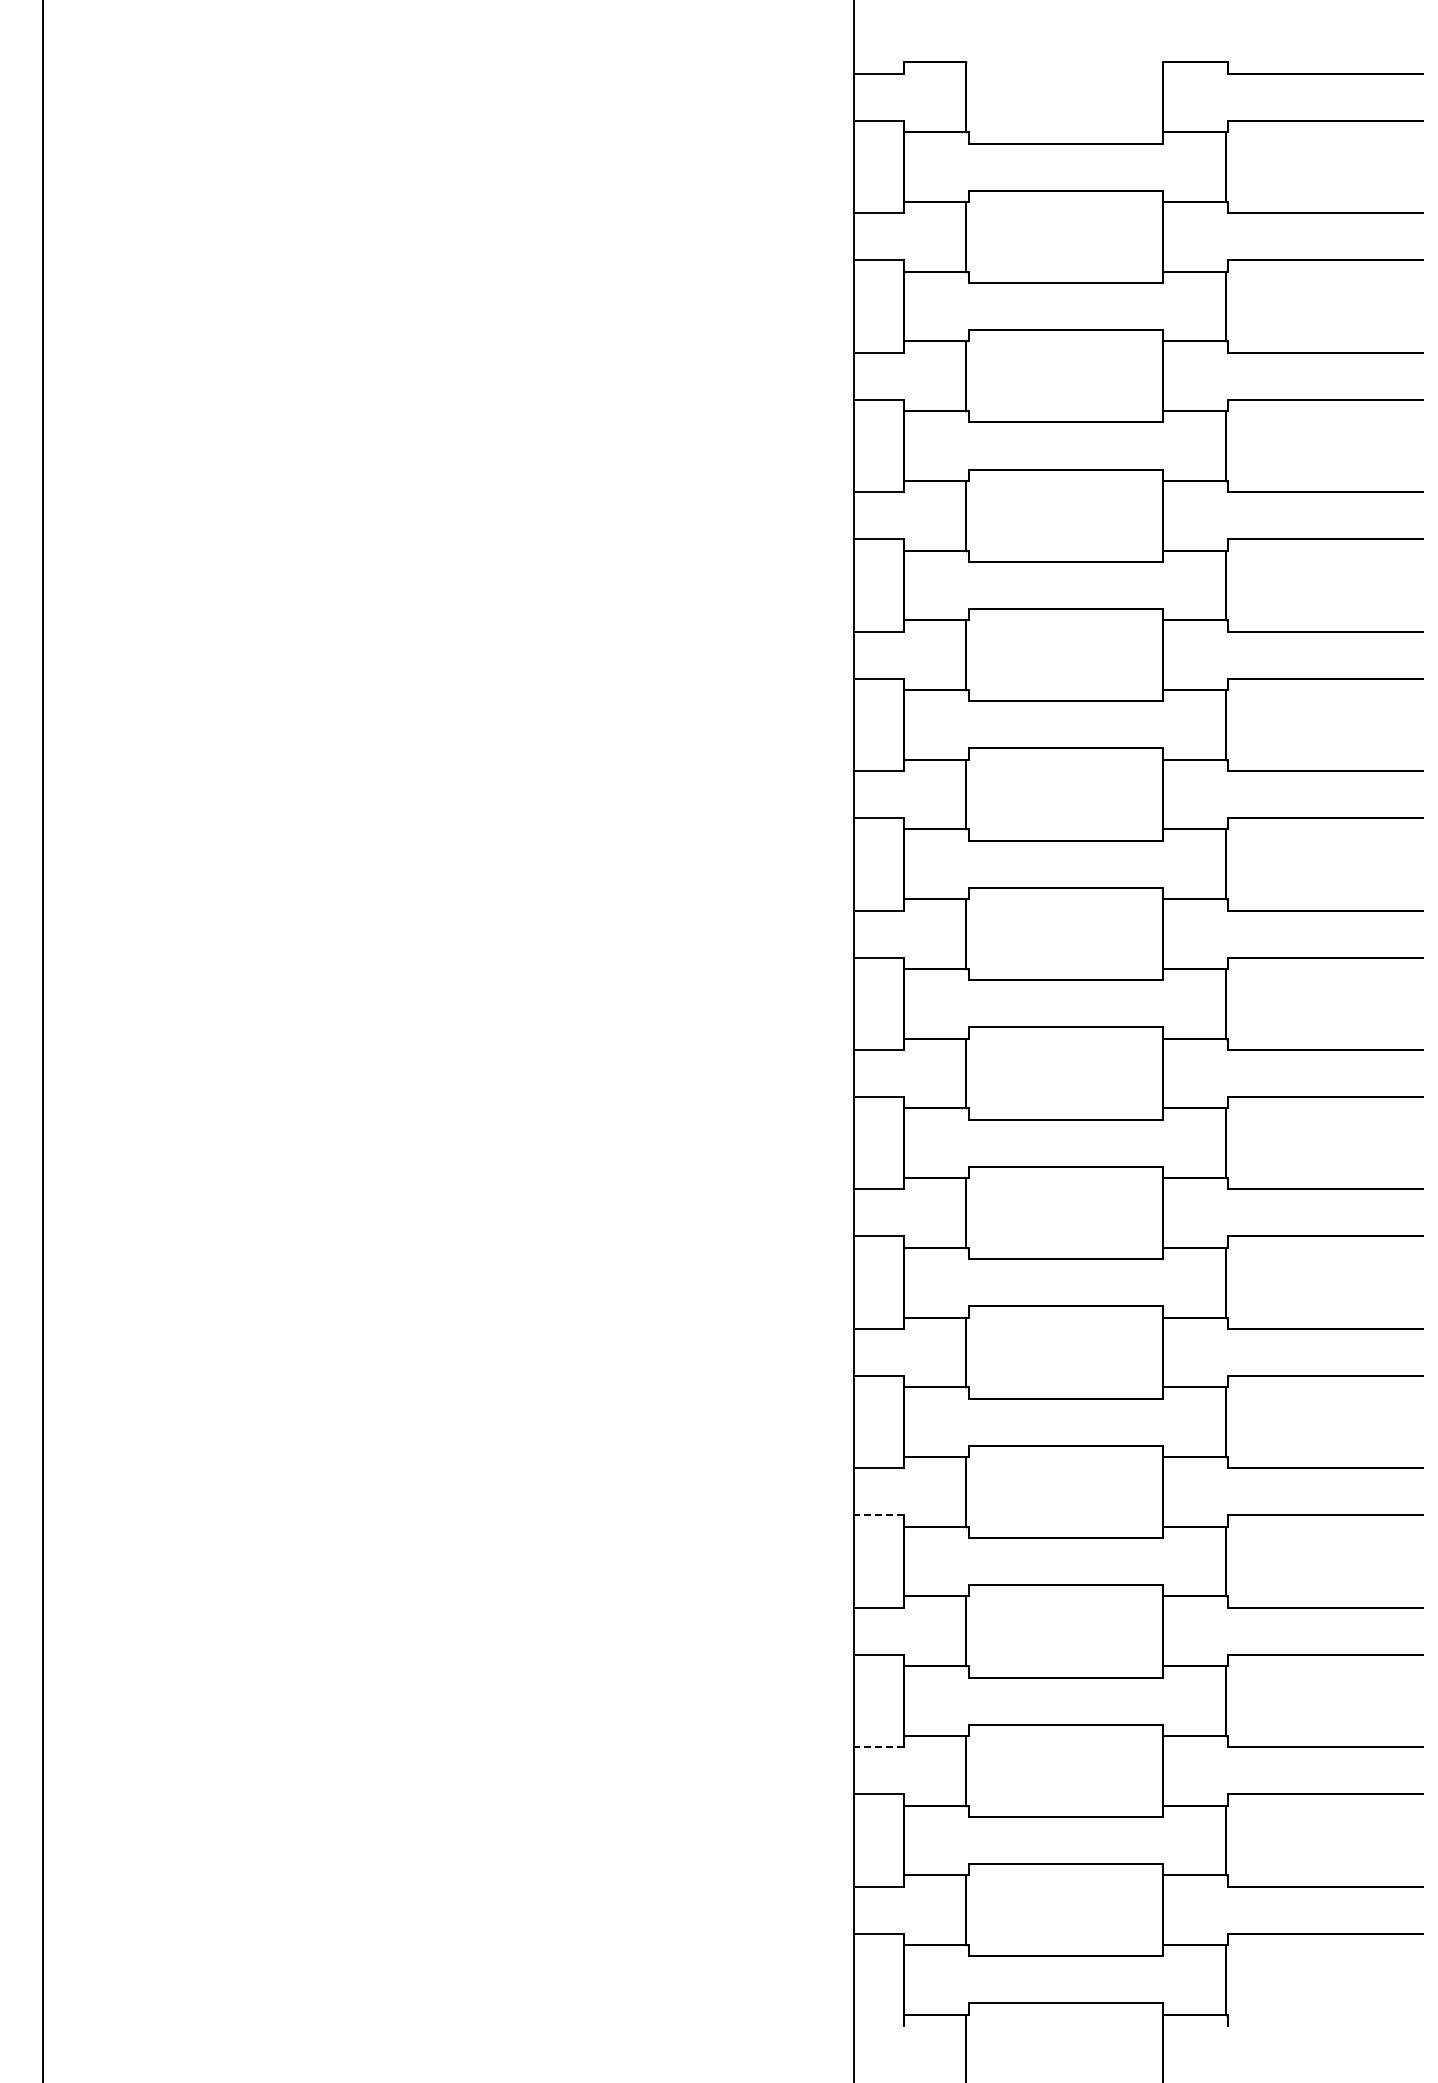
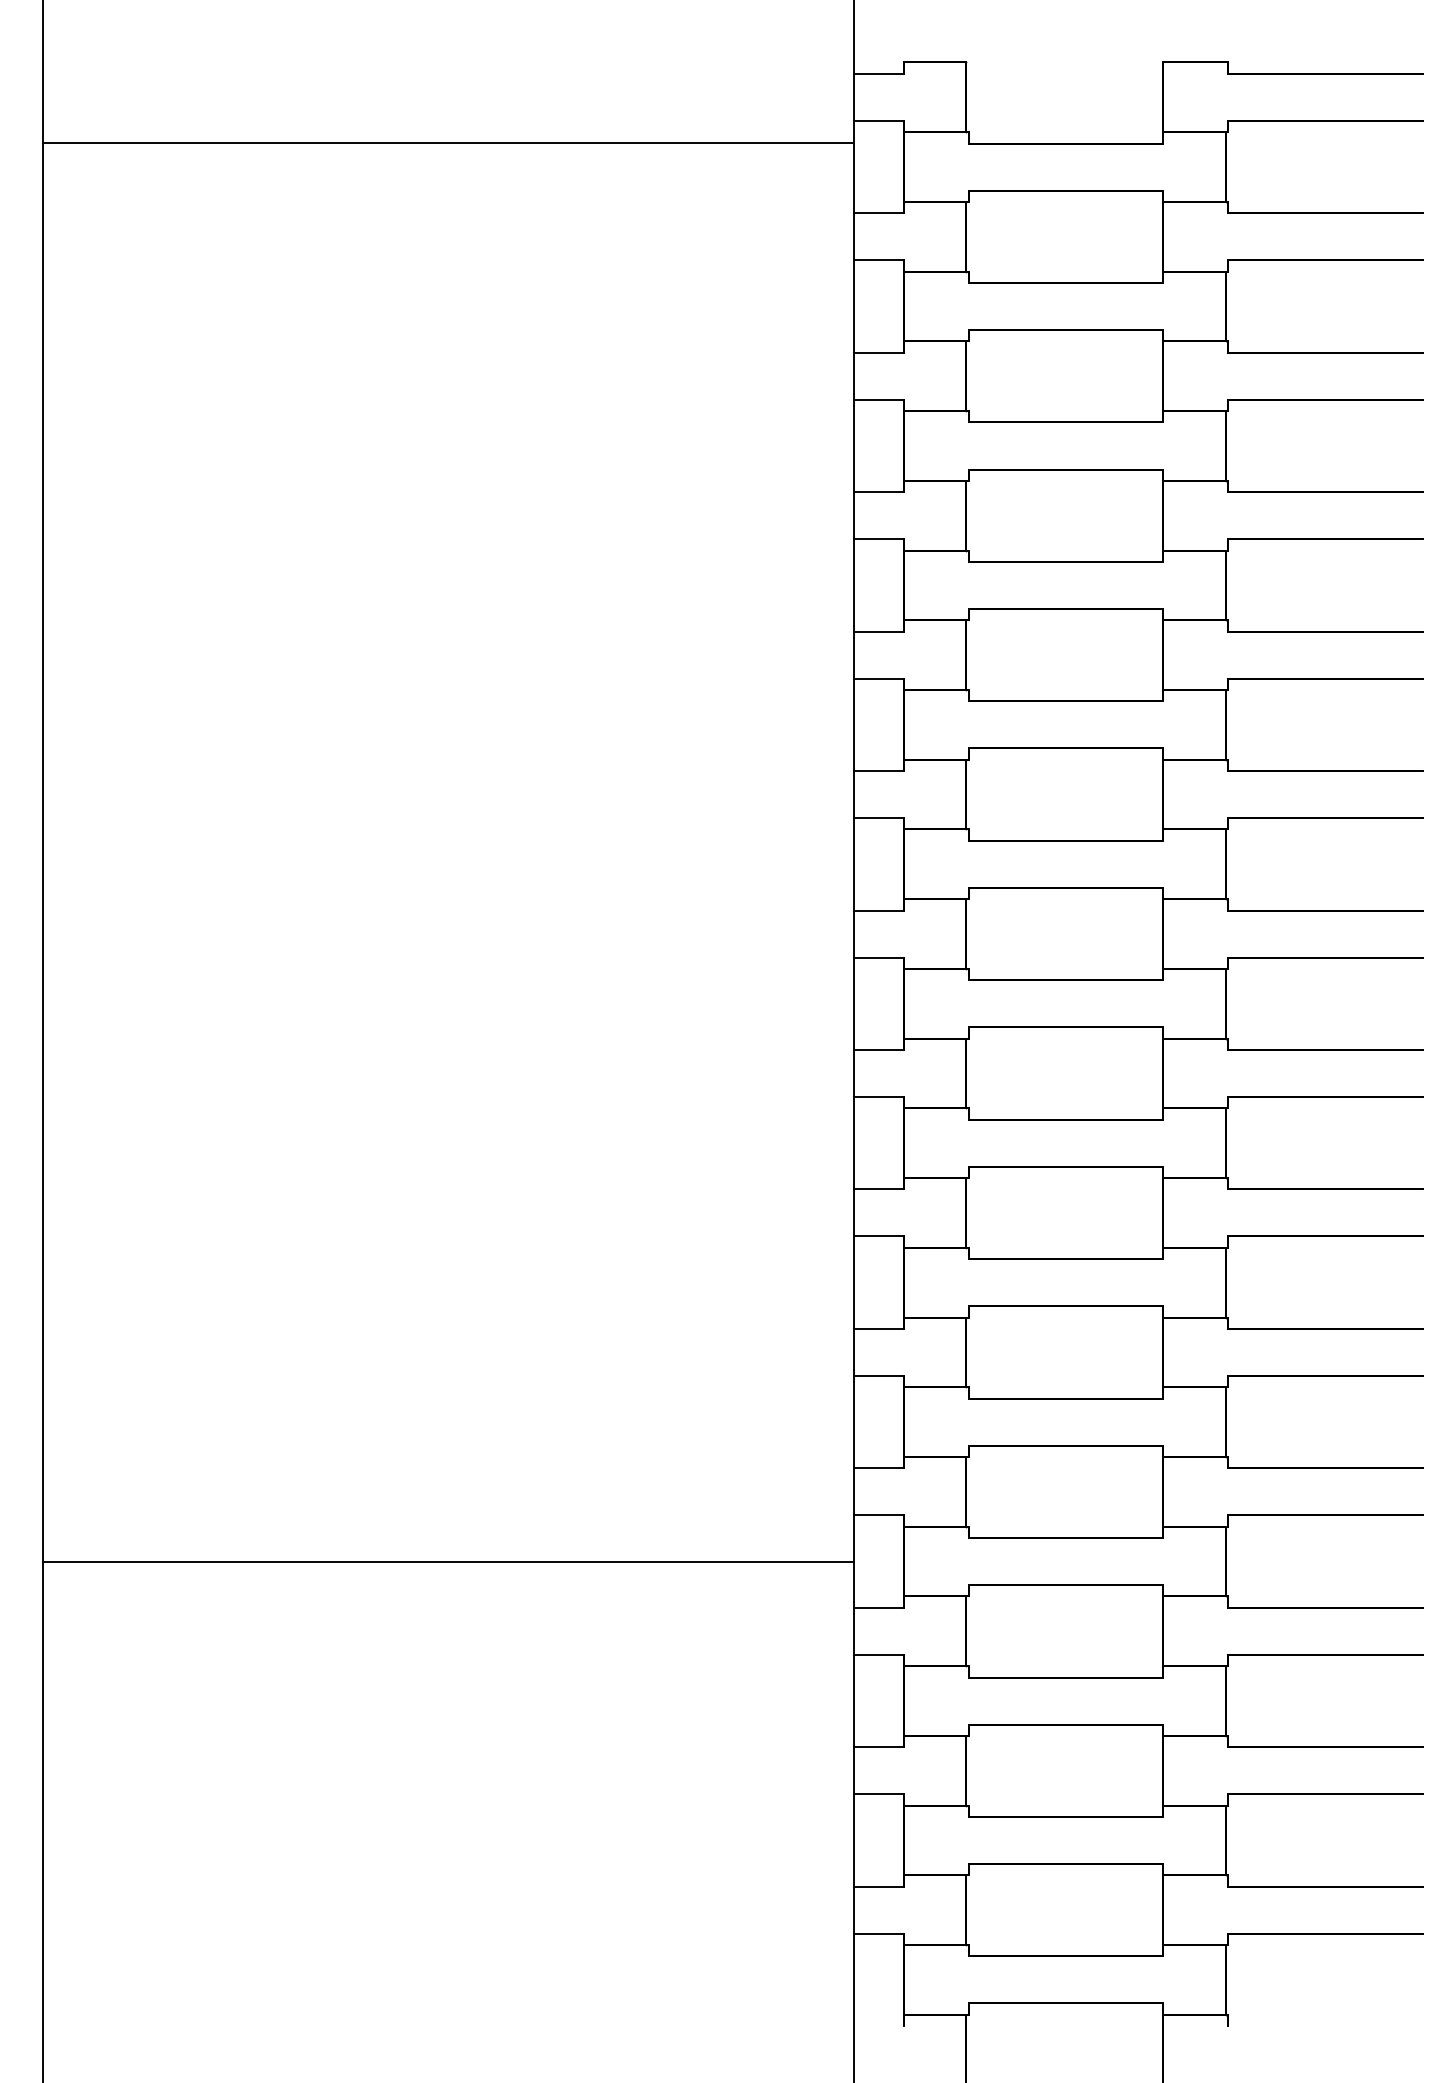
line at (448, 142): none -> present
line at (878, 1515): dashed -> solid
line at (448, 1561): none -> present
line at (878, 1747): dashed -> solid
